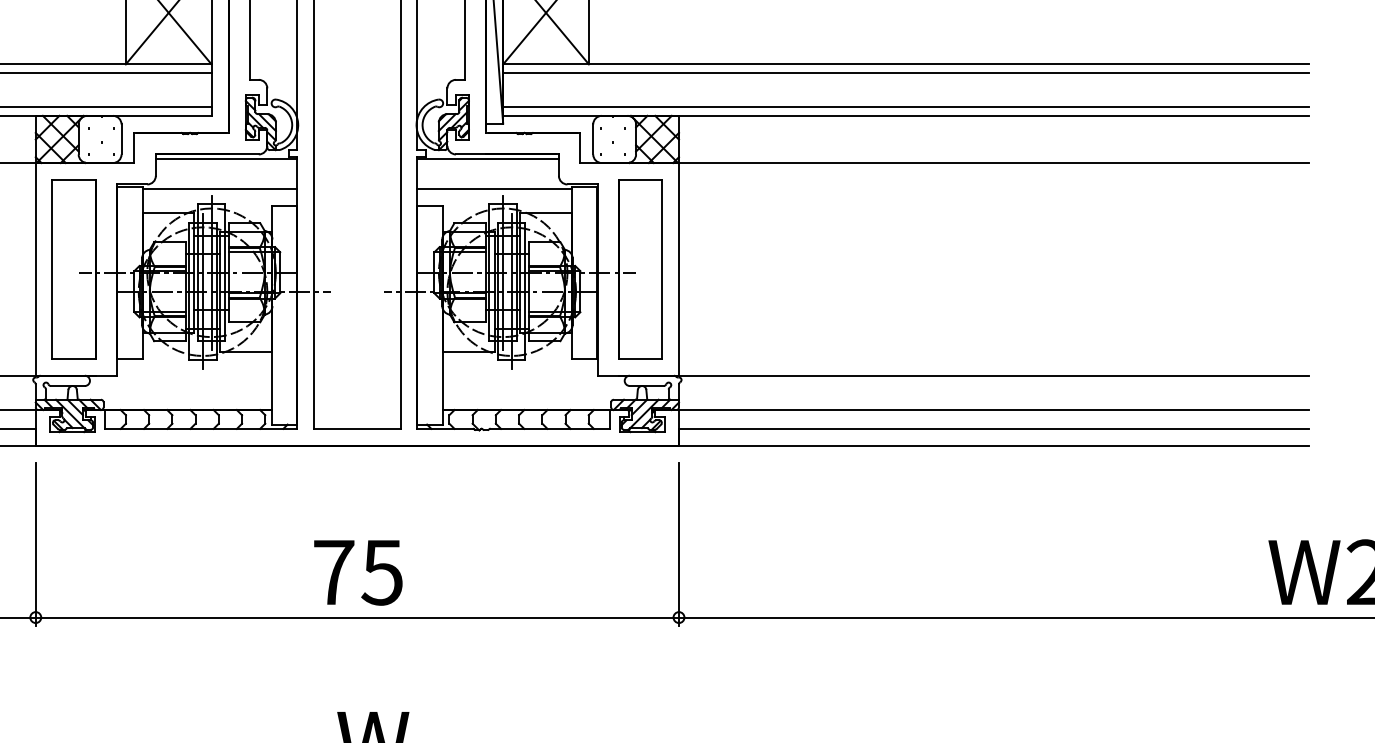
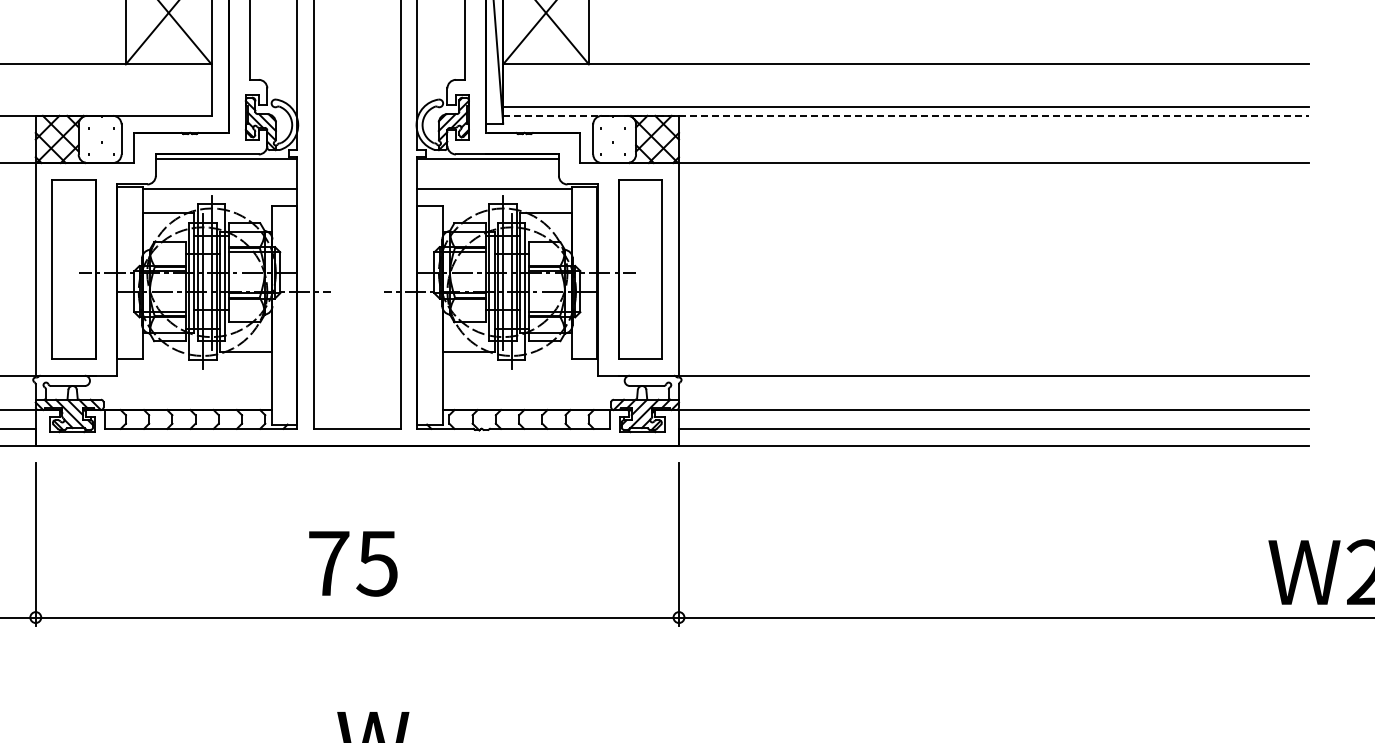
line at (106, 72): present -> none
line at (906, 72): present -> none
line at (106, 107): present -> none
line at (906, 115): solid -> dashed
text at (358, 572) position: (358, 572) -> (353, 563)
